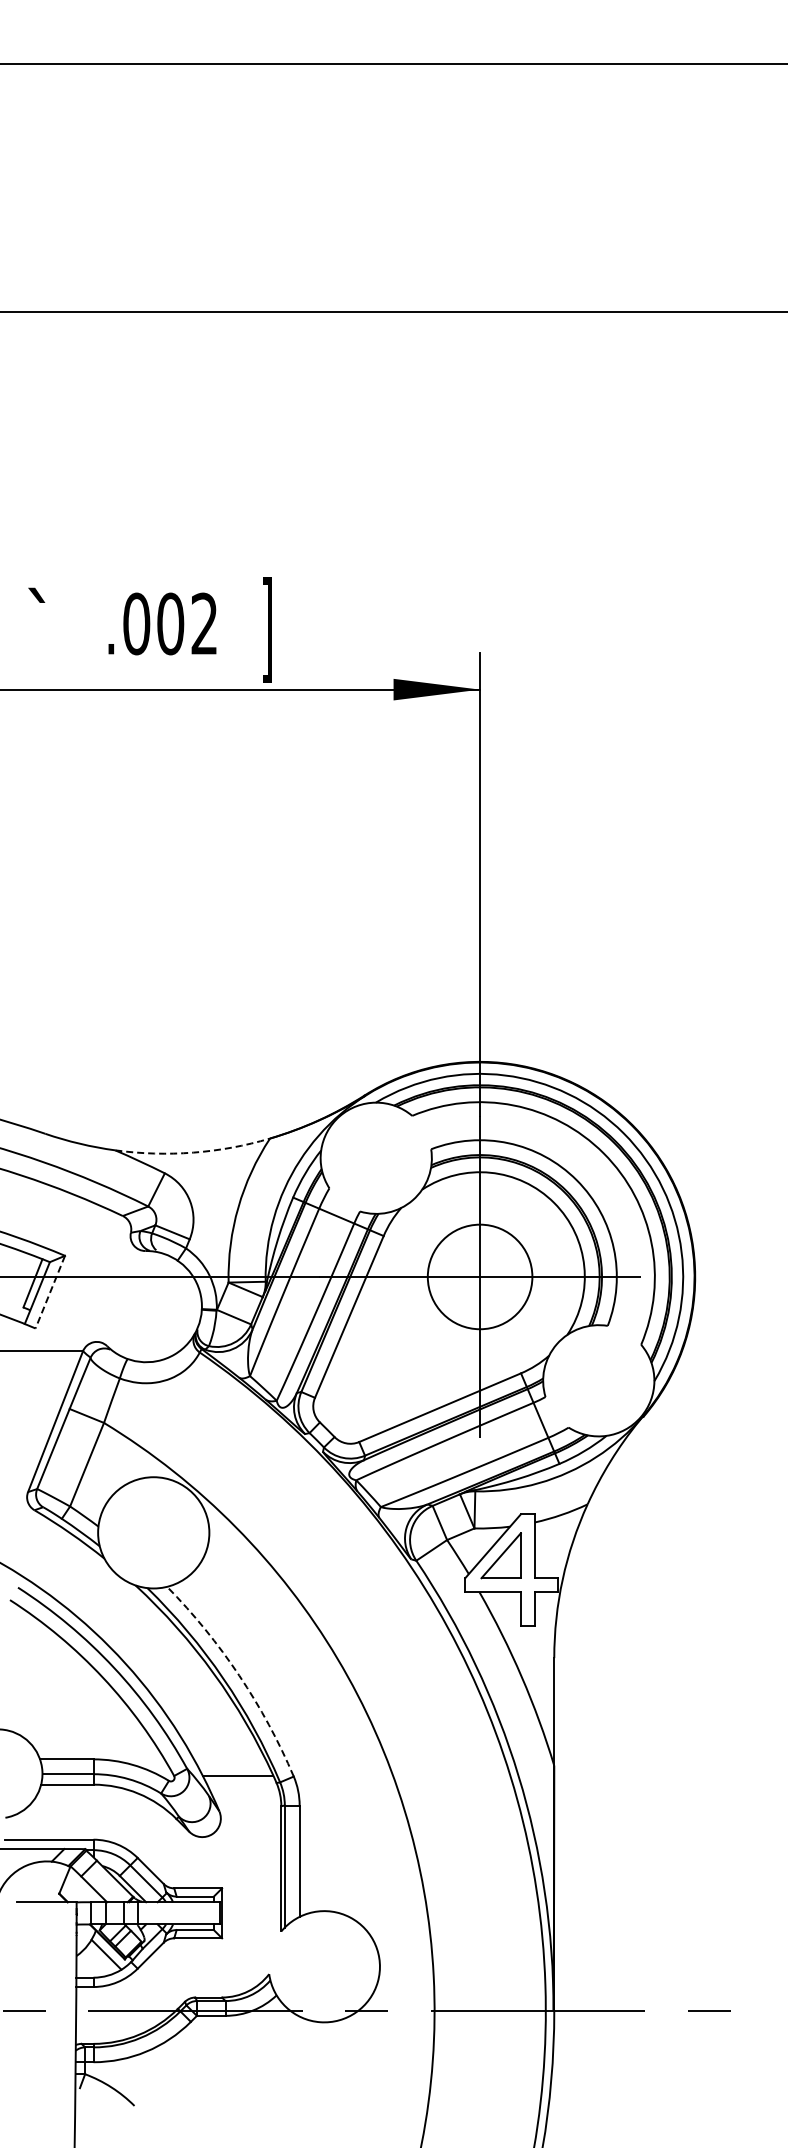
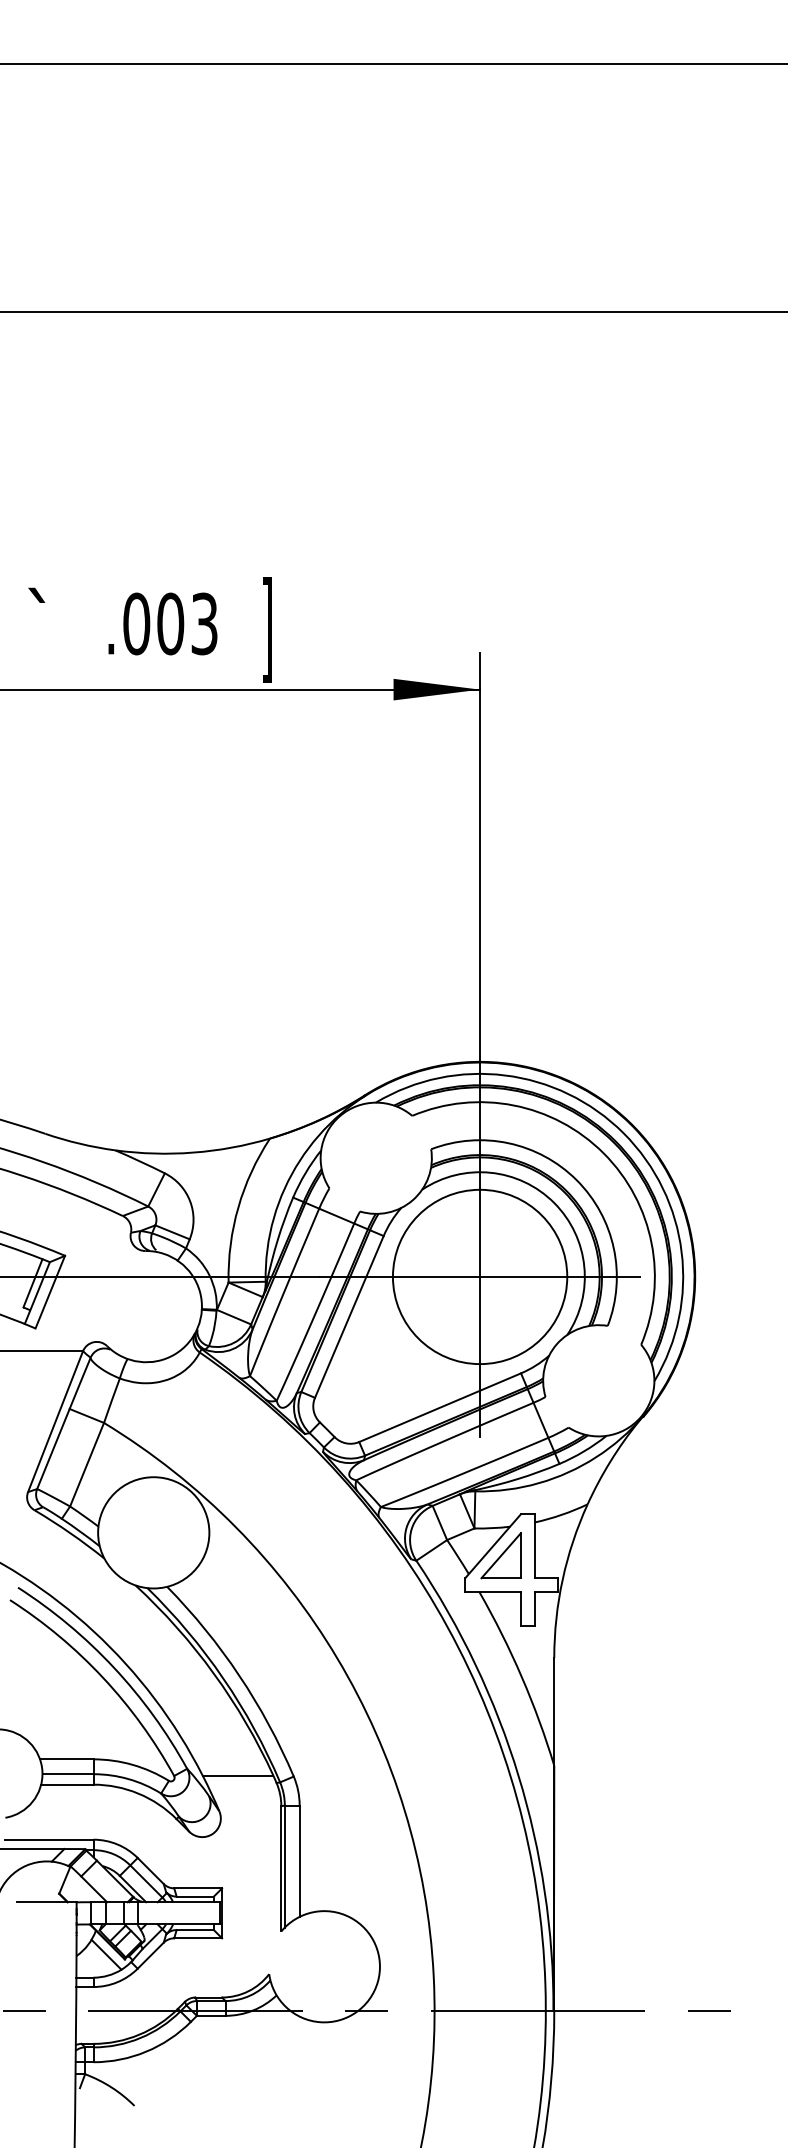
text at (204, 623): .002 -> .003
arc at (193, 1152): dashed -> solid
circle at (479, 1276) diameter: 105 px -> 174 px
line at (50, 1292): dashed -> solid
arc at (239, 1675): dashed -> solid
